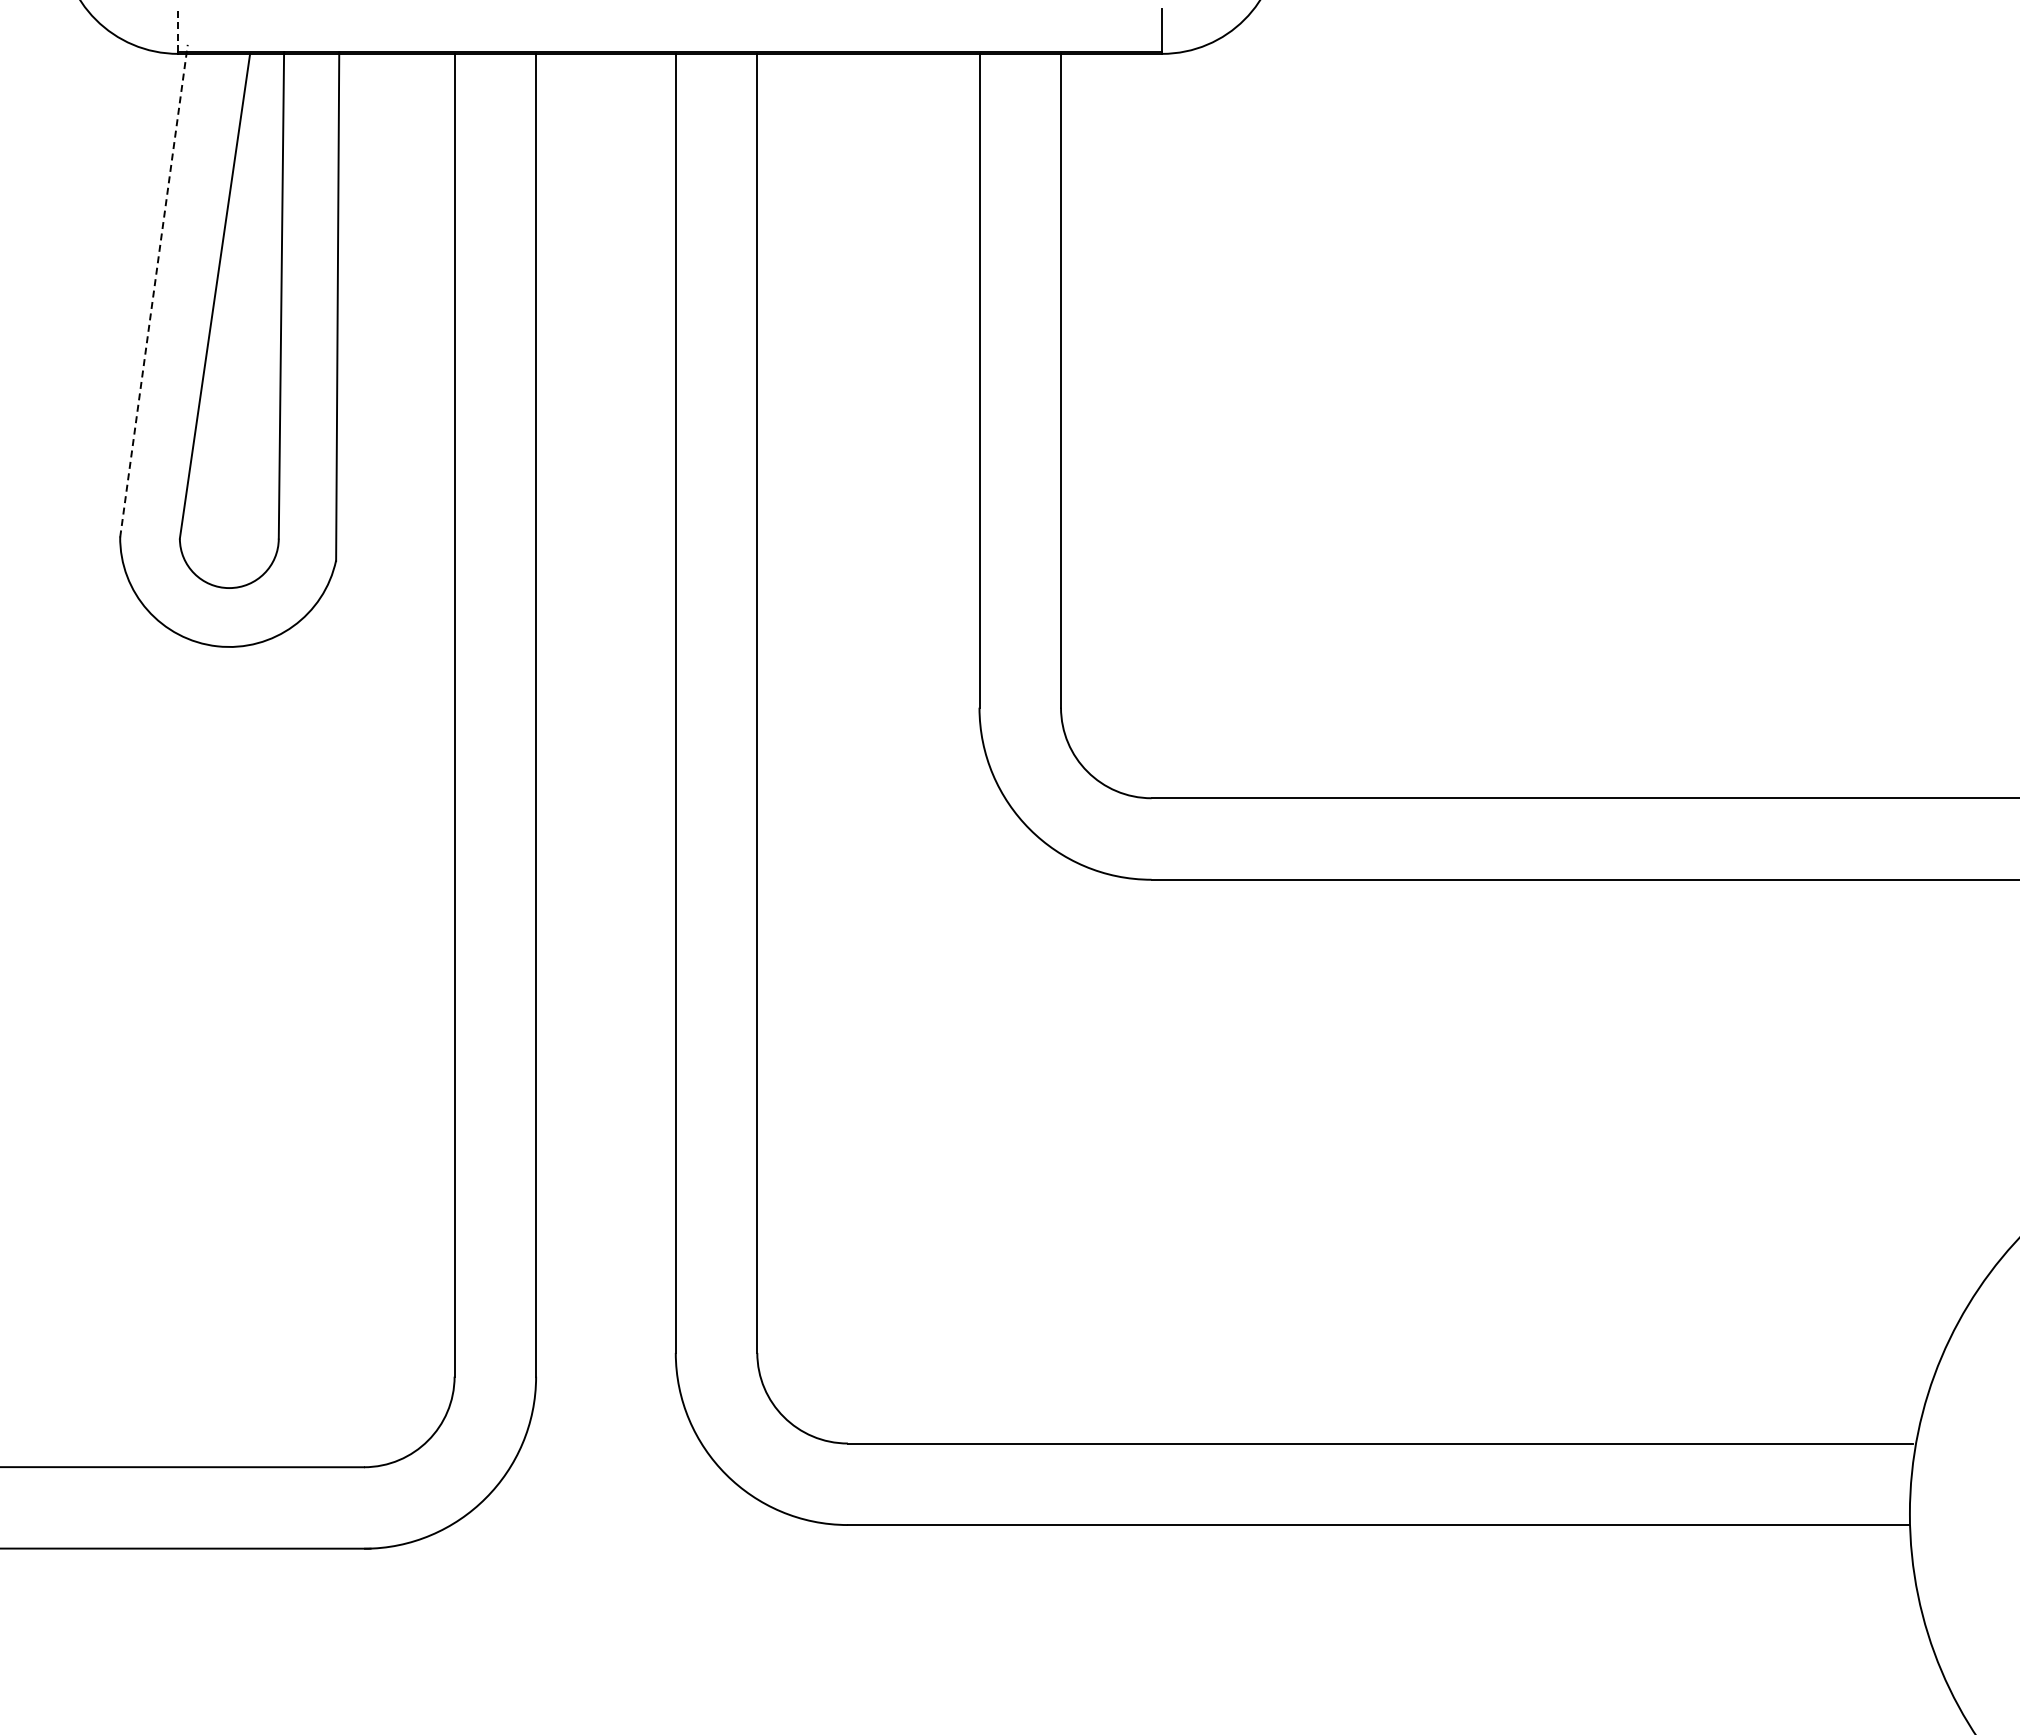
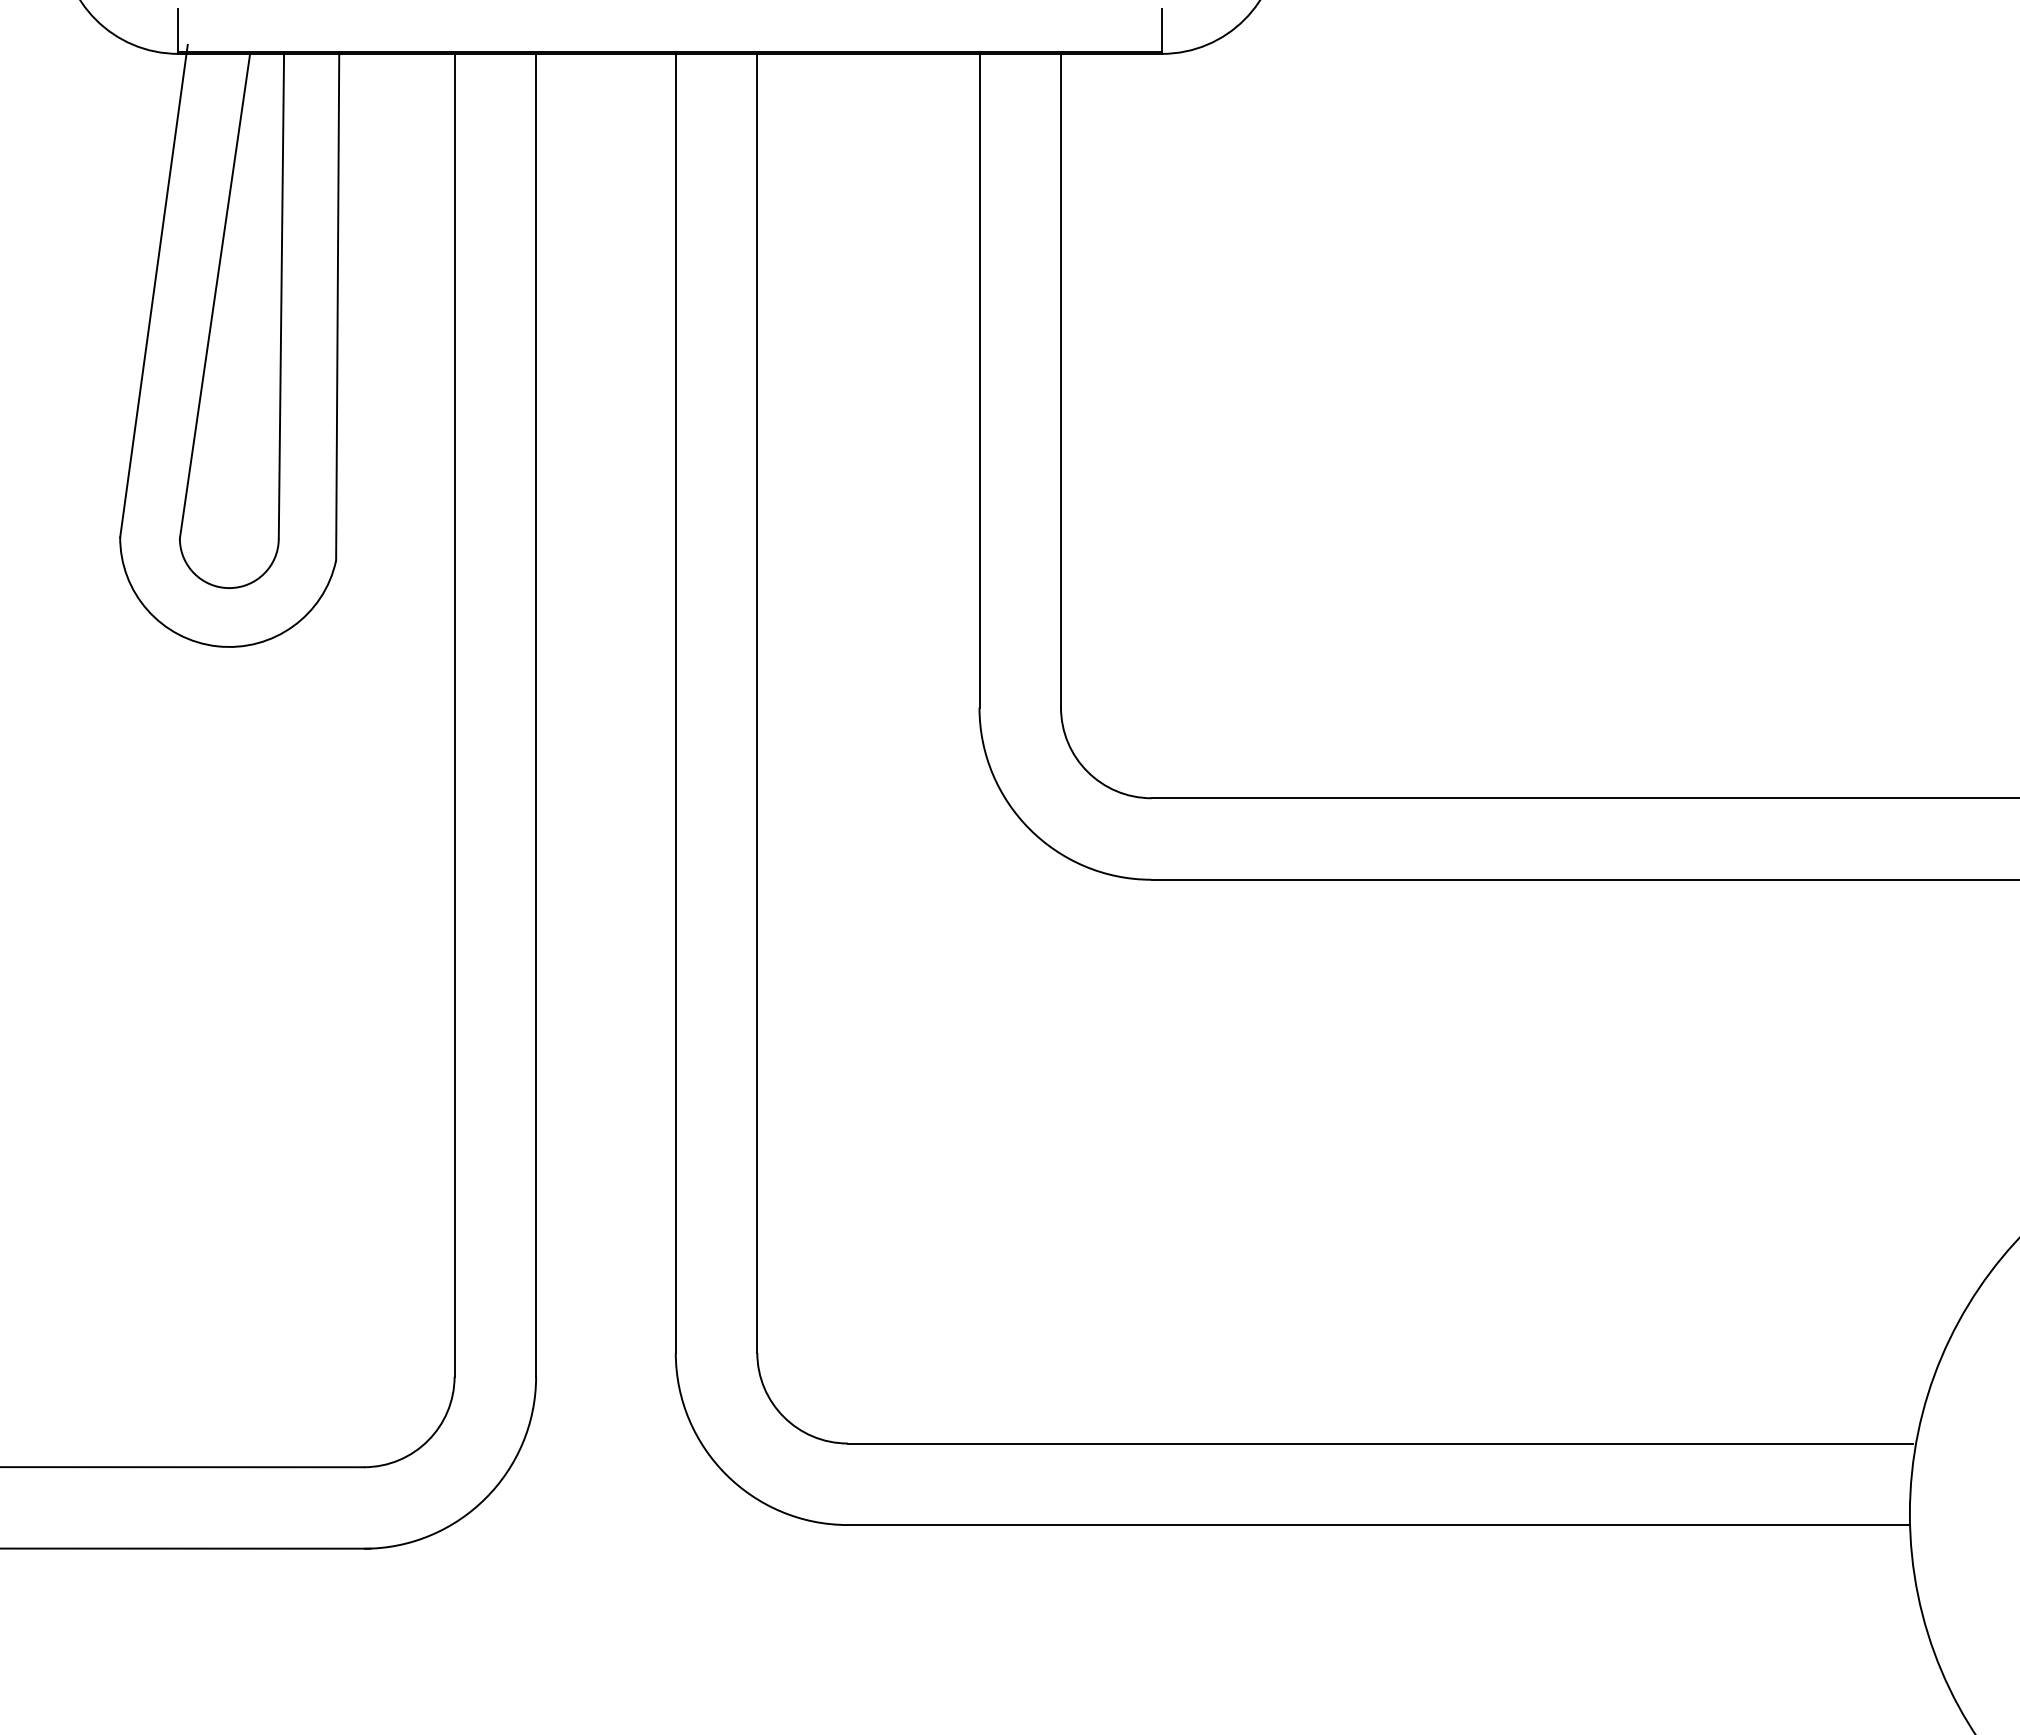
line at (178, 30): dashed -> solid
line at (153, 291): dashed -> solid
